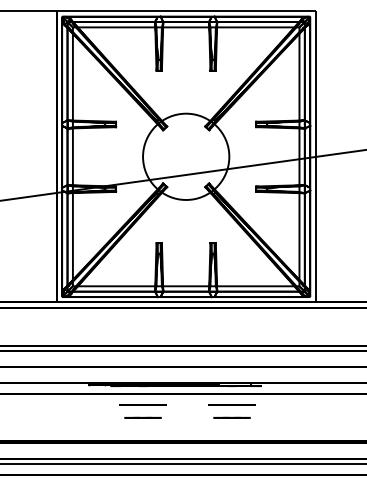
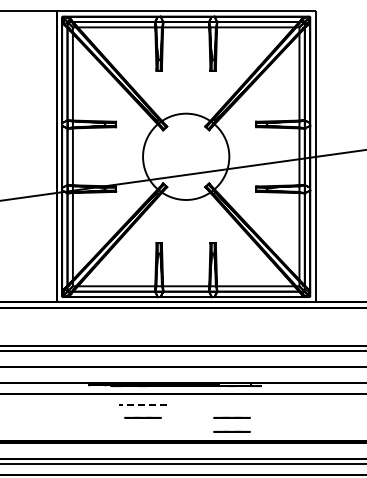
circle at (142, 404): solid -> dashed
circle at (231, 404): present -> none
line at (231, 431): none -> present
